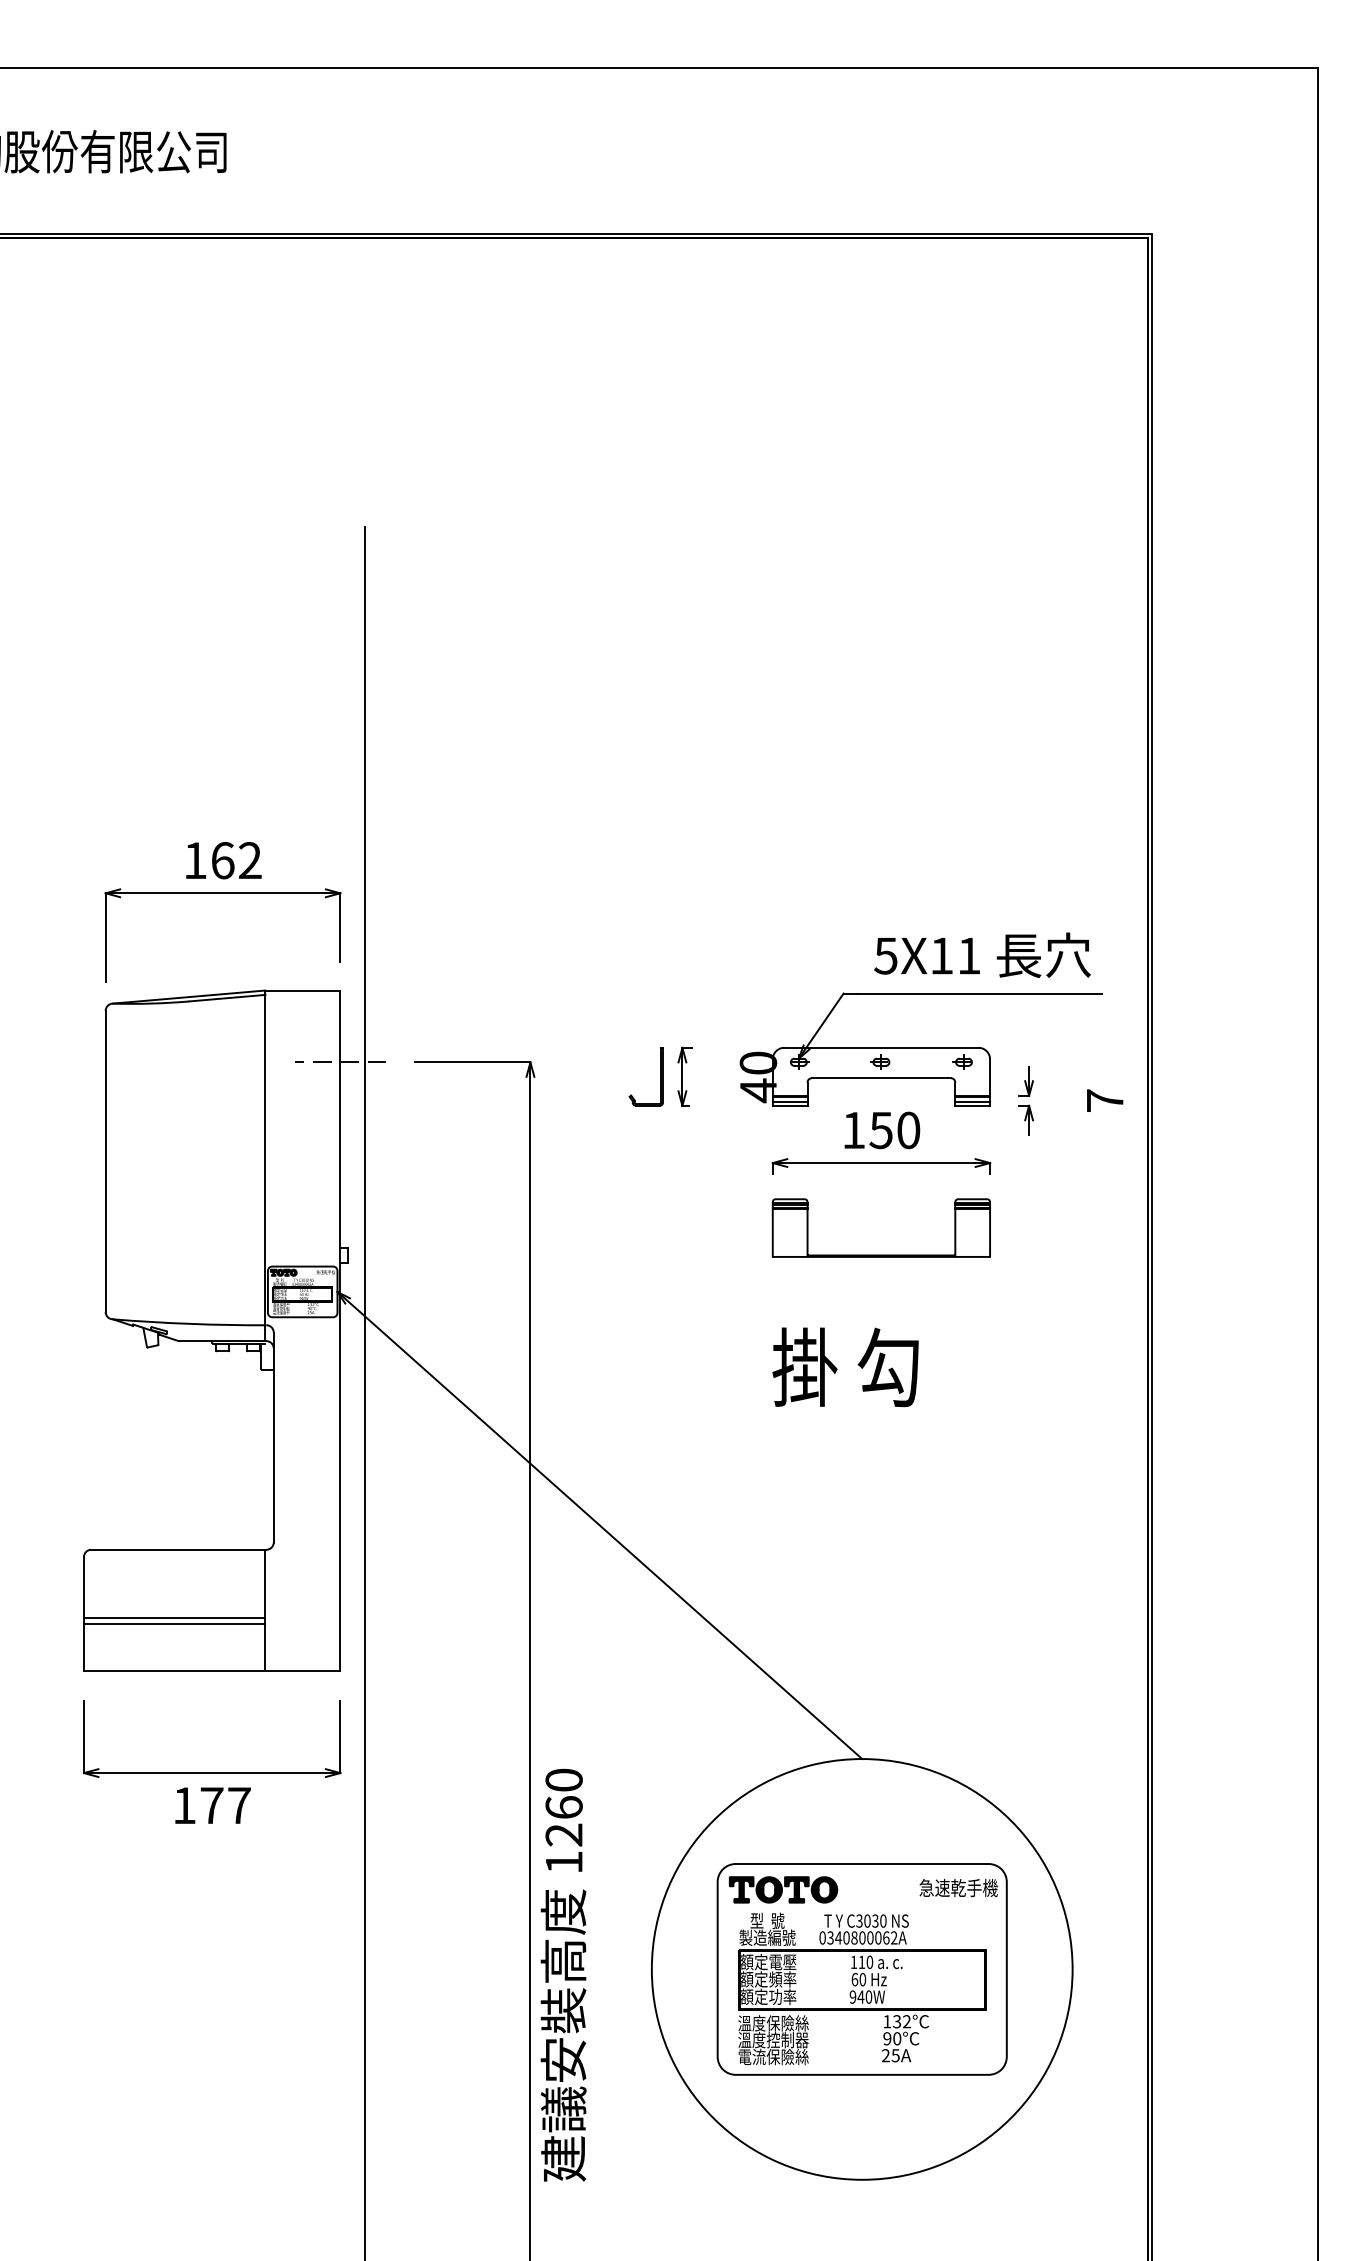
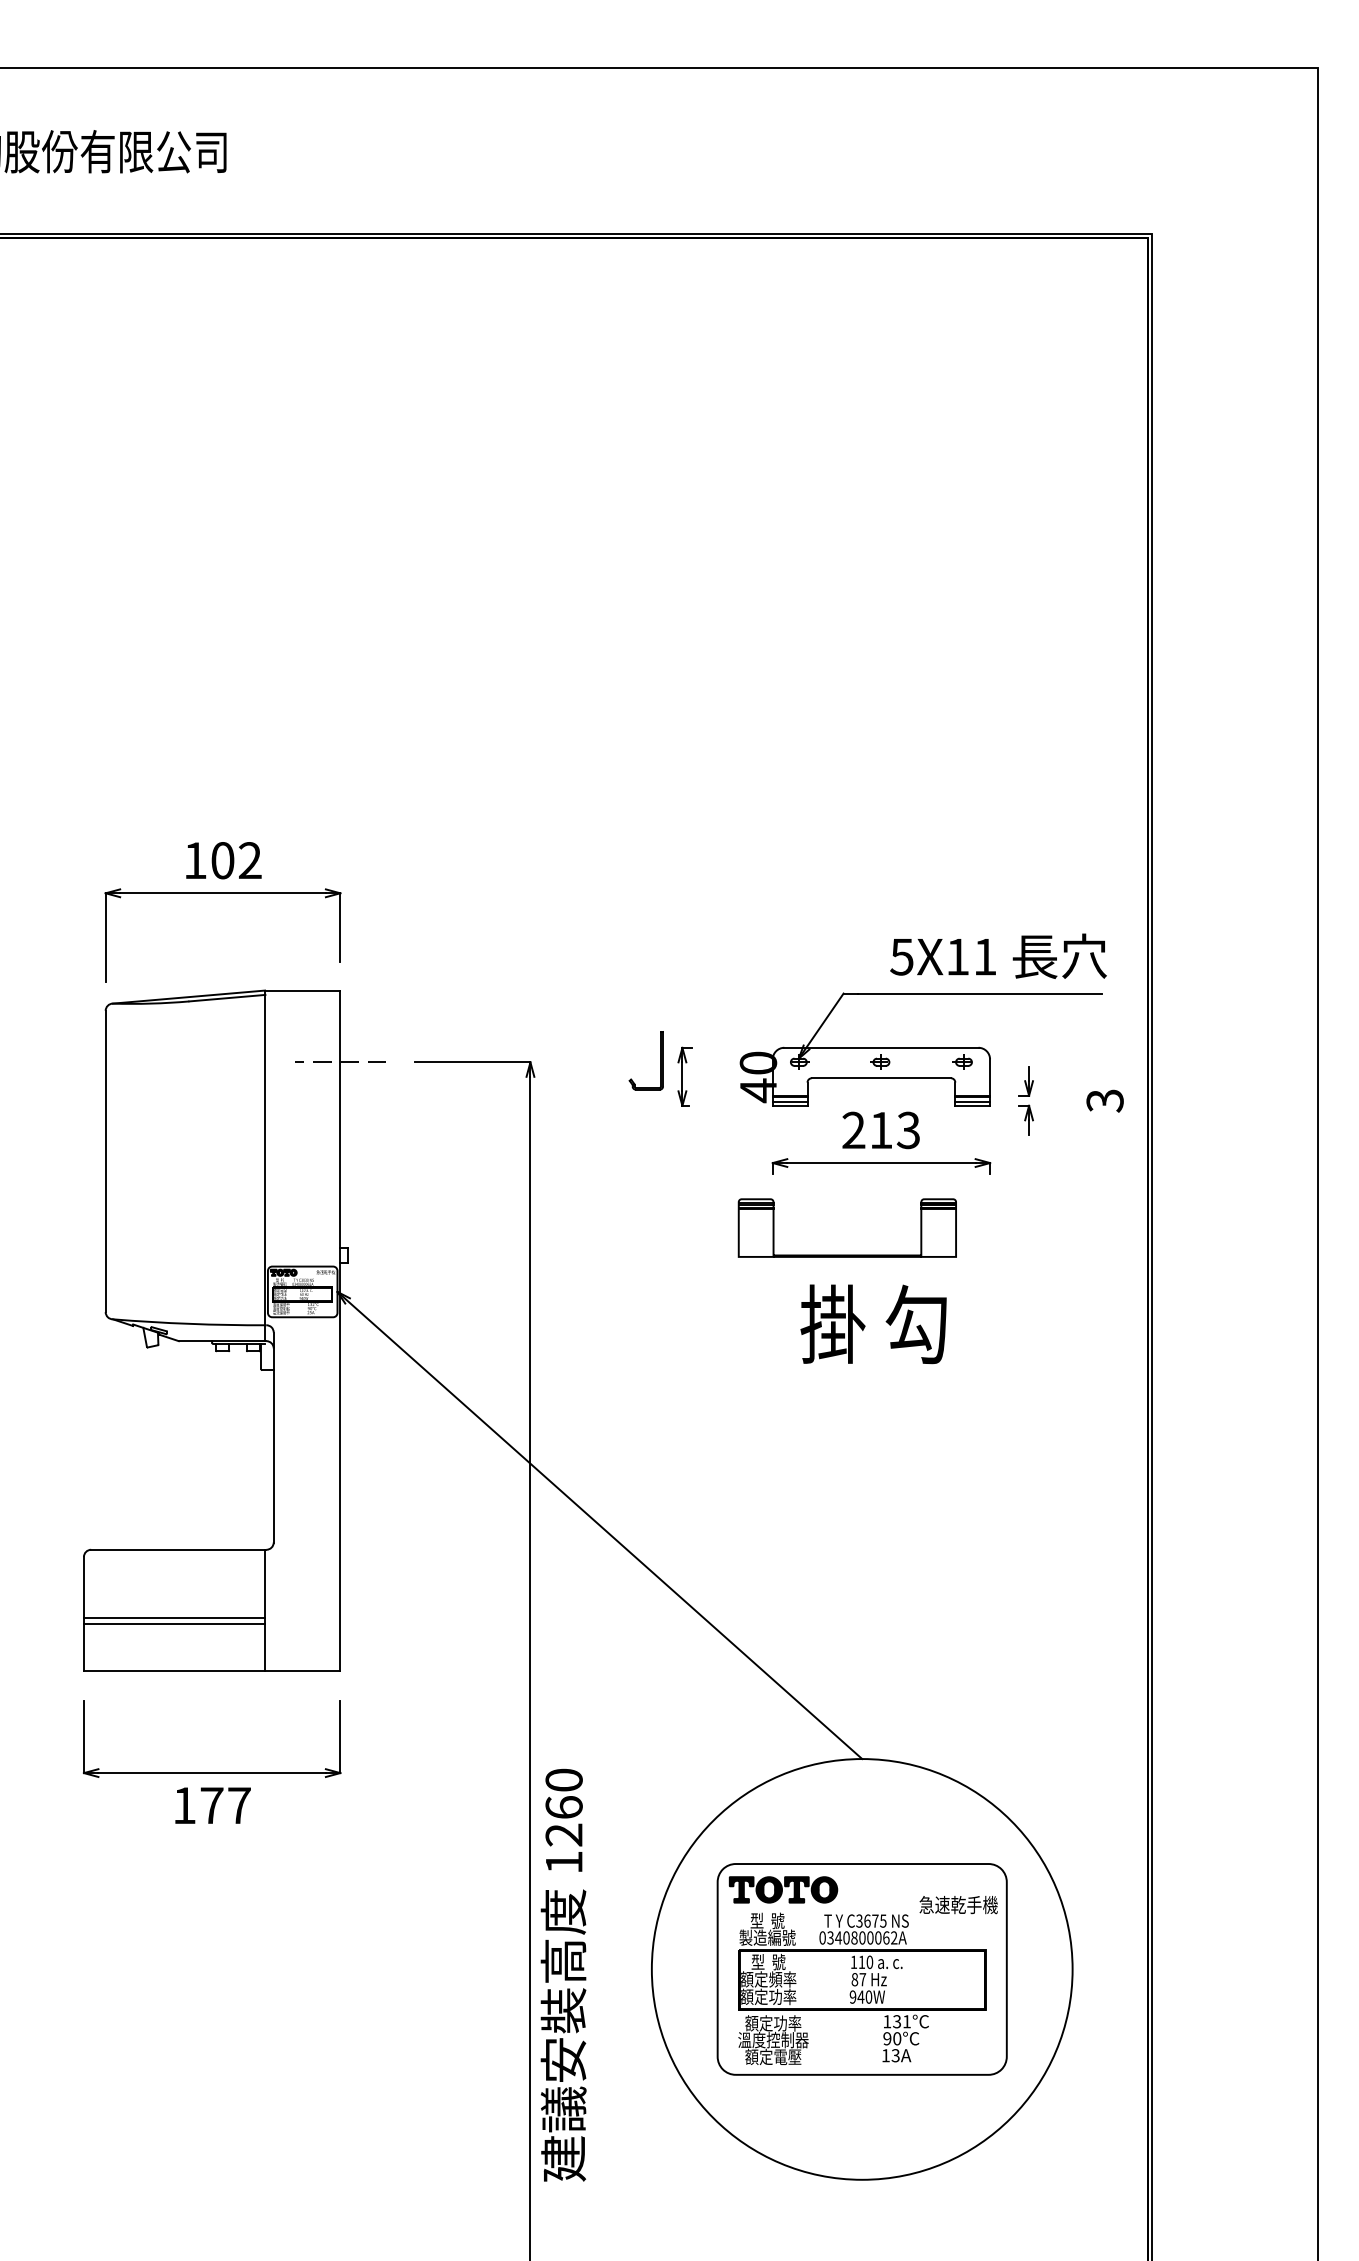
text at (222, 860): 162 -> 102
text at (982, 954) position: (982, 954) -> (998, 955)
part at (660, 1076) position: (660, 1076) -> (660, 1060)
text at (1104, 1100): 7 -> 3
text at (881, 1130): 150 -> 213
part at (880, 1254) position: (880, 1254) -> (846, 1254)
text at (845, 1367) position: (845, 1367) -> (873, 1324)
line at (364, 1392): present -> none
text at (958, 1888) position: (958, 1888) -> (958, 1905)
text at (875, 1920): C3030 -> C3675
text at (768, 1961): 額定電壓 -> 型  號
text at (858, 1979): 60 -> 87
text at (906, 2021): 132°C -> 131°C
text at (773, 2023): 溫度保險絲 -> 額定功率
text at (890, 2055): 25A -> 13A
text at (773, 2056): 電流保險絲 -> 額定電壓
